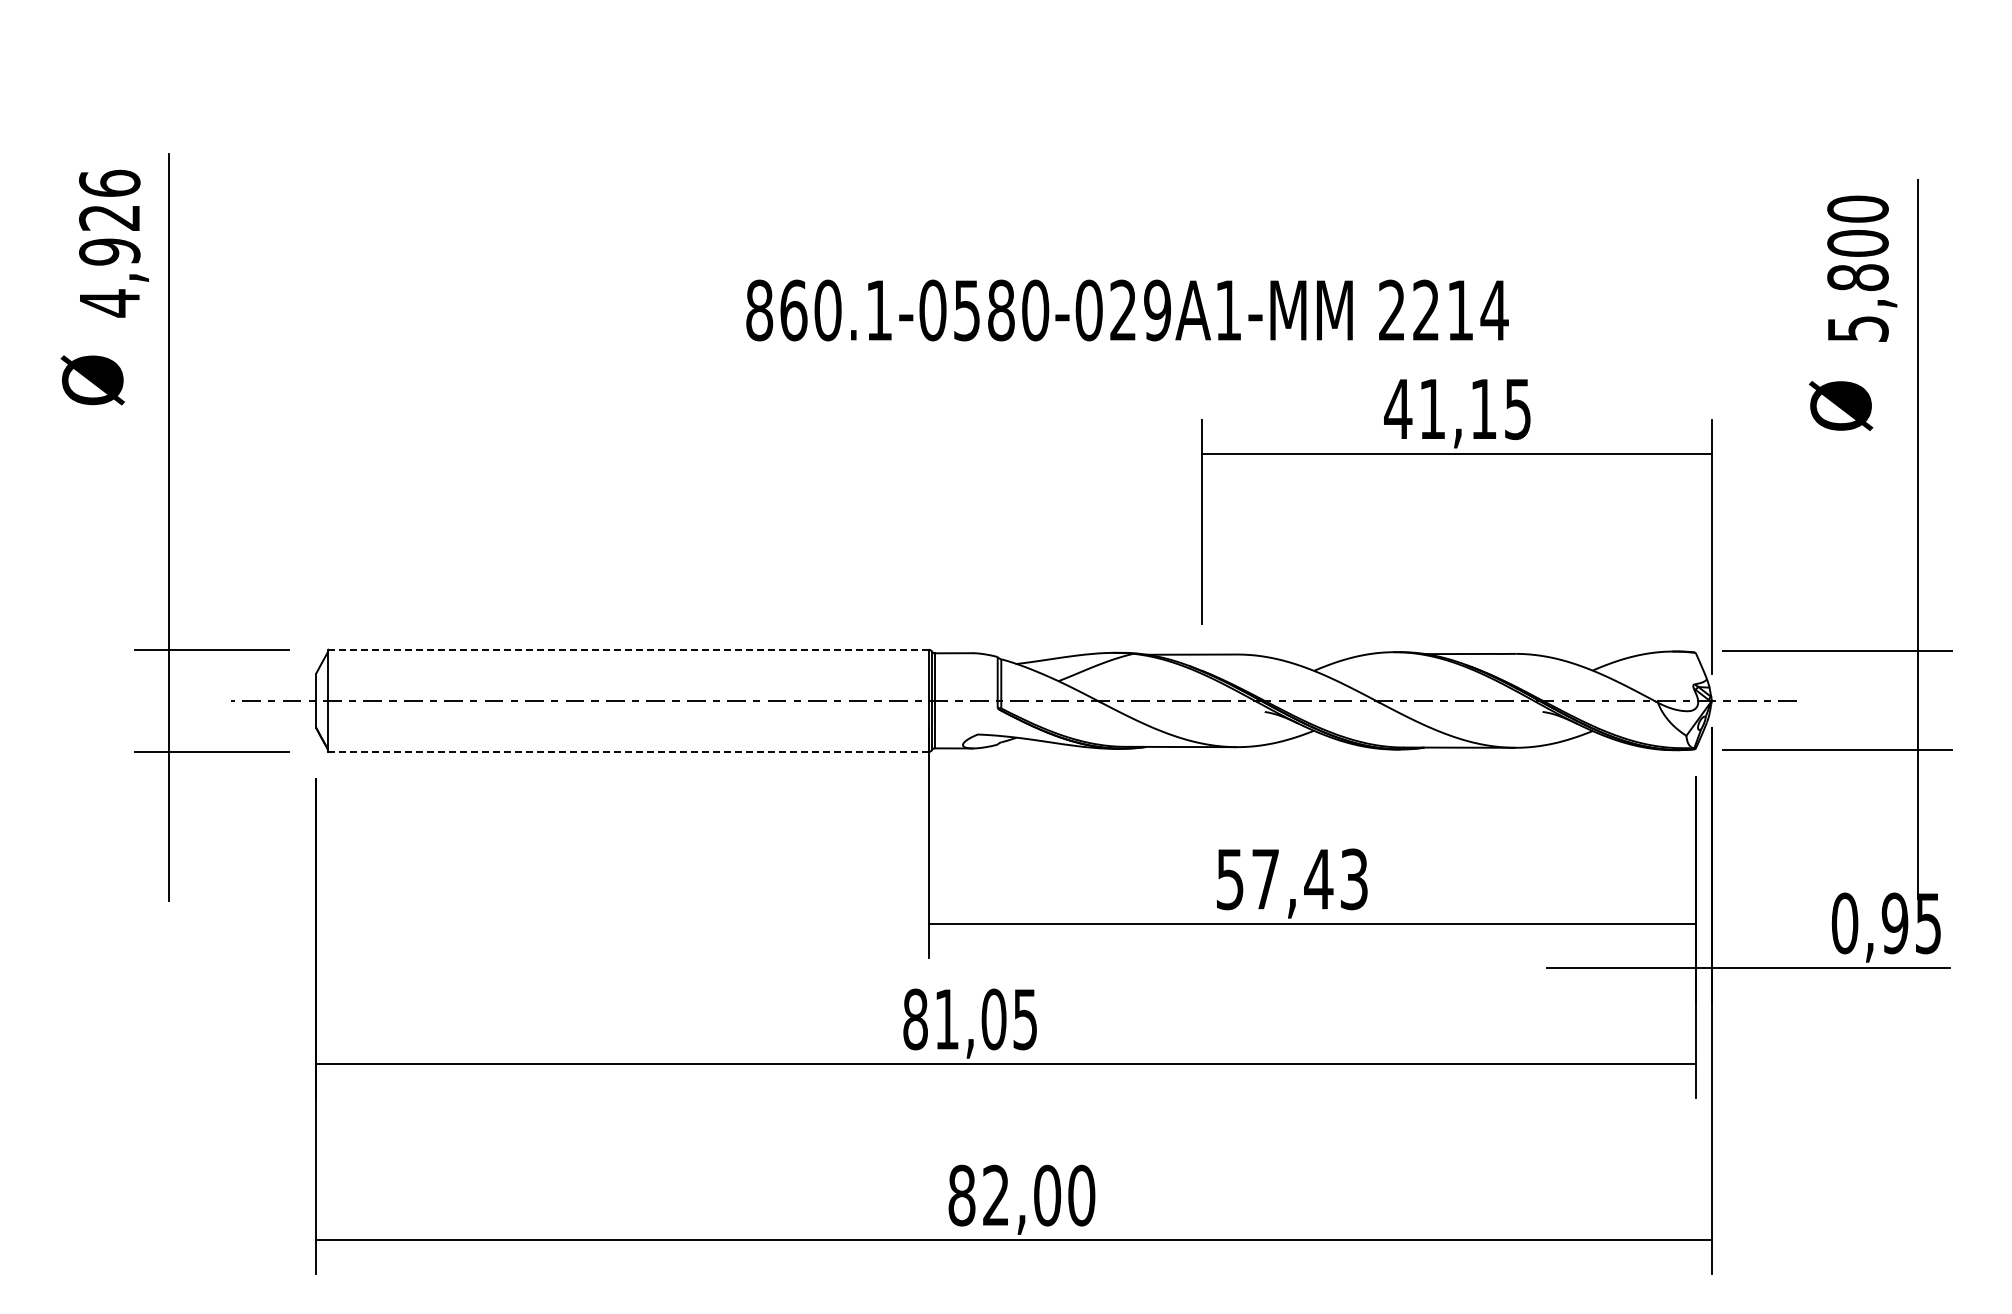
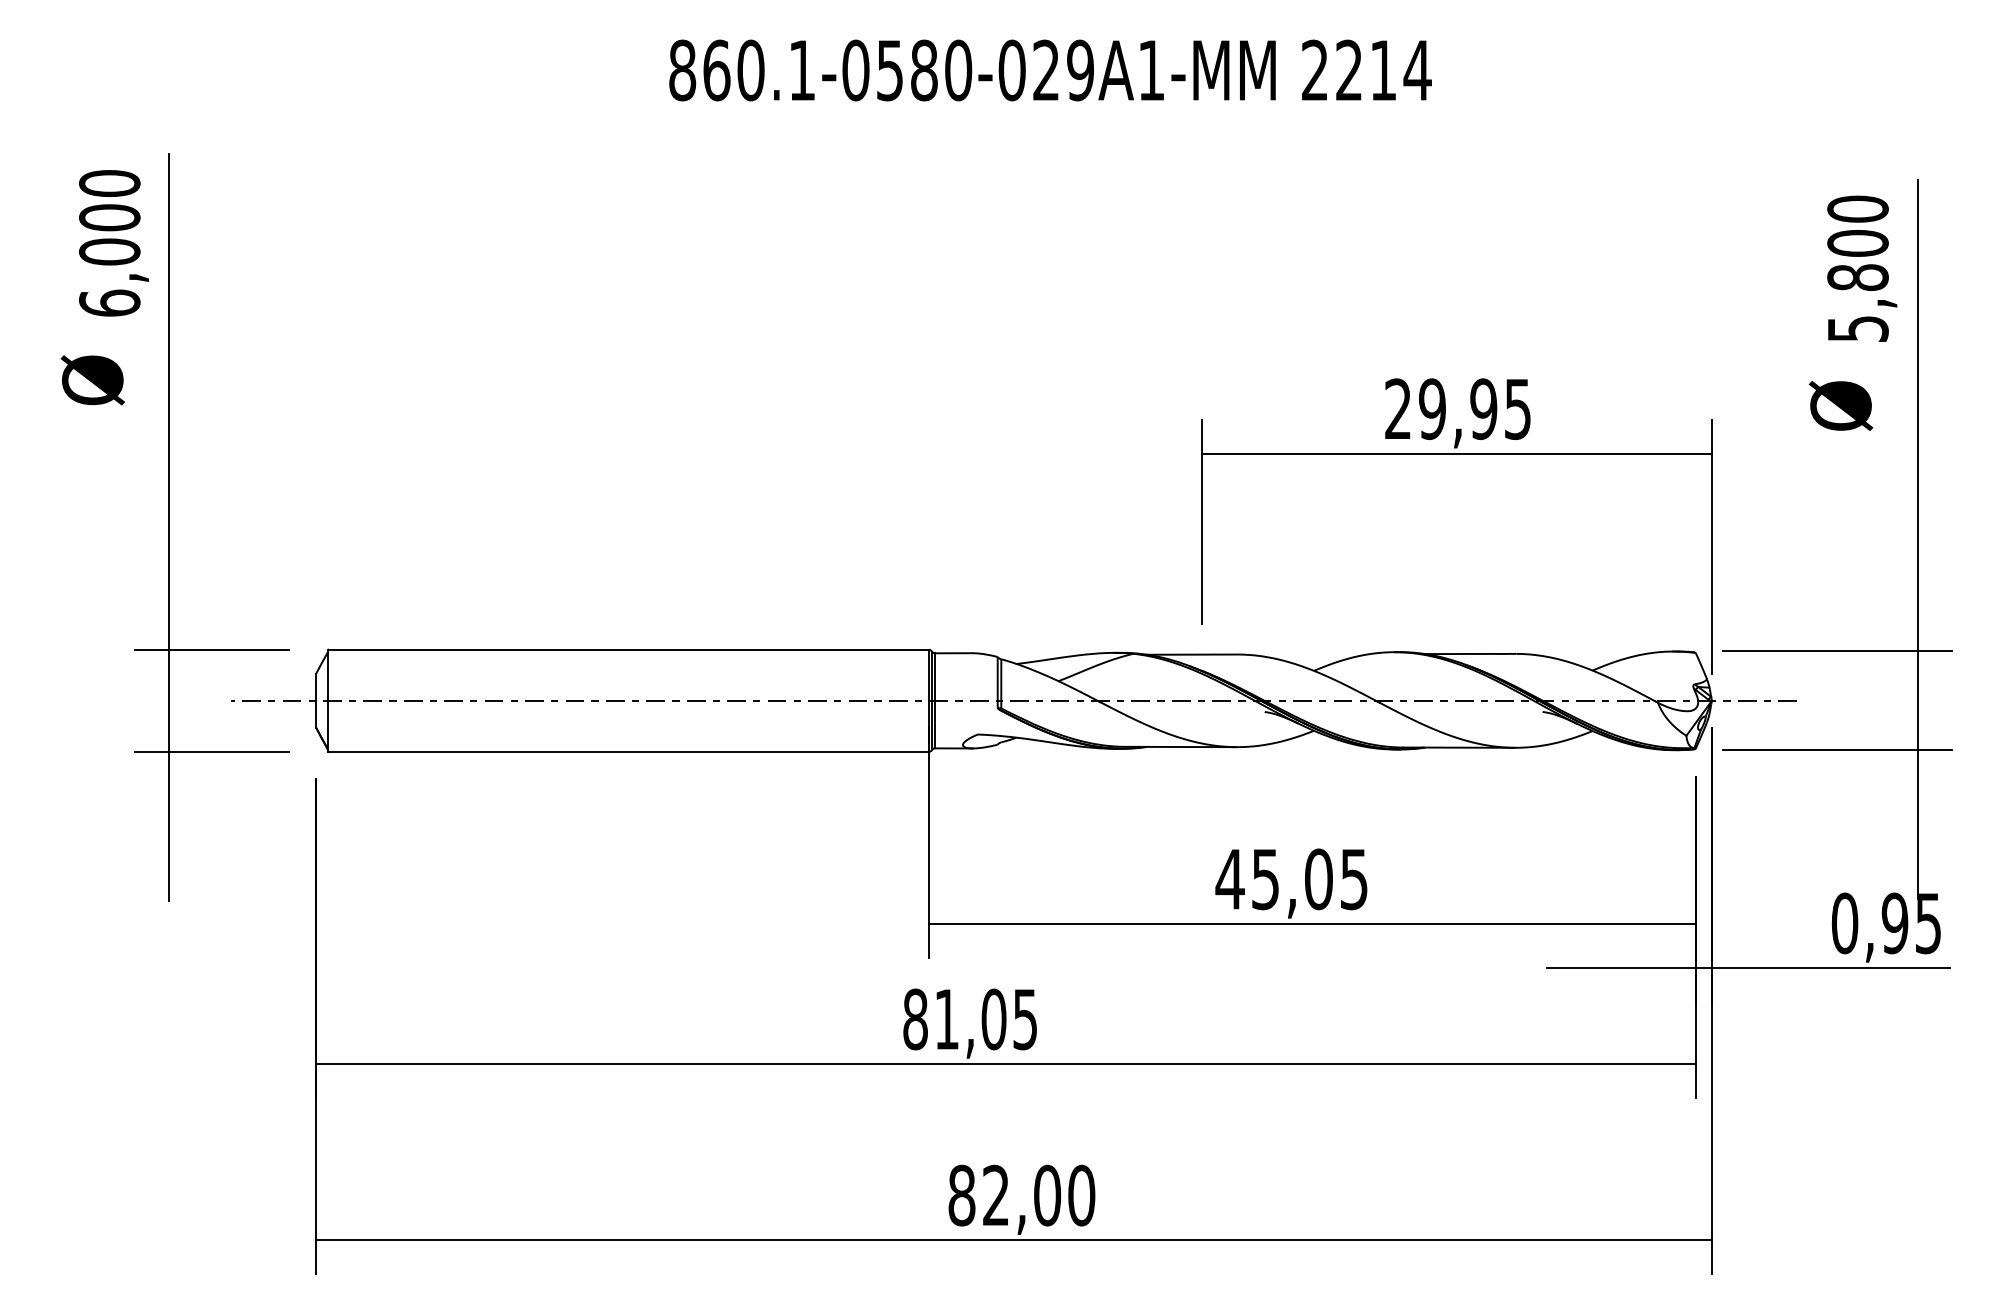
text at (109, 243): 4,926 -> 6,000
text at (1127, 310) position: (1127, 310) -> (1050, 70)
text at (1440, 409): 41,15 -> 29,95
line at (628, 649): dashed -> solid
line at (629, 751): dashed -> solid
text at (1291, 879): 57,43 -> 45,05
